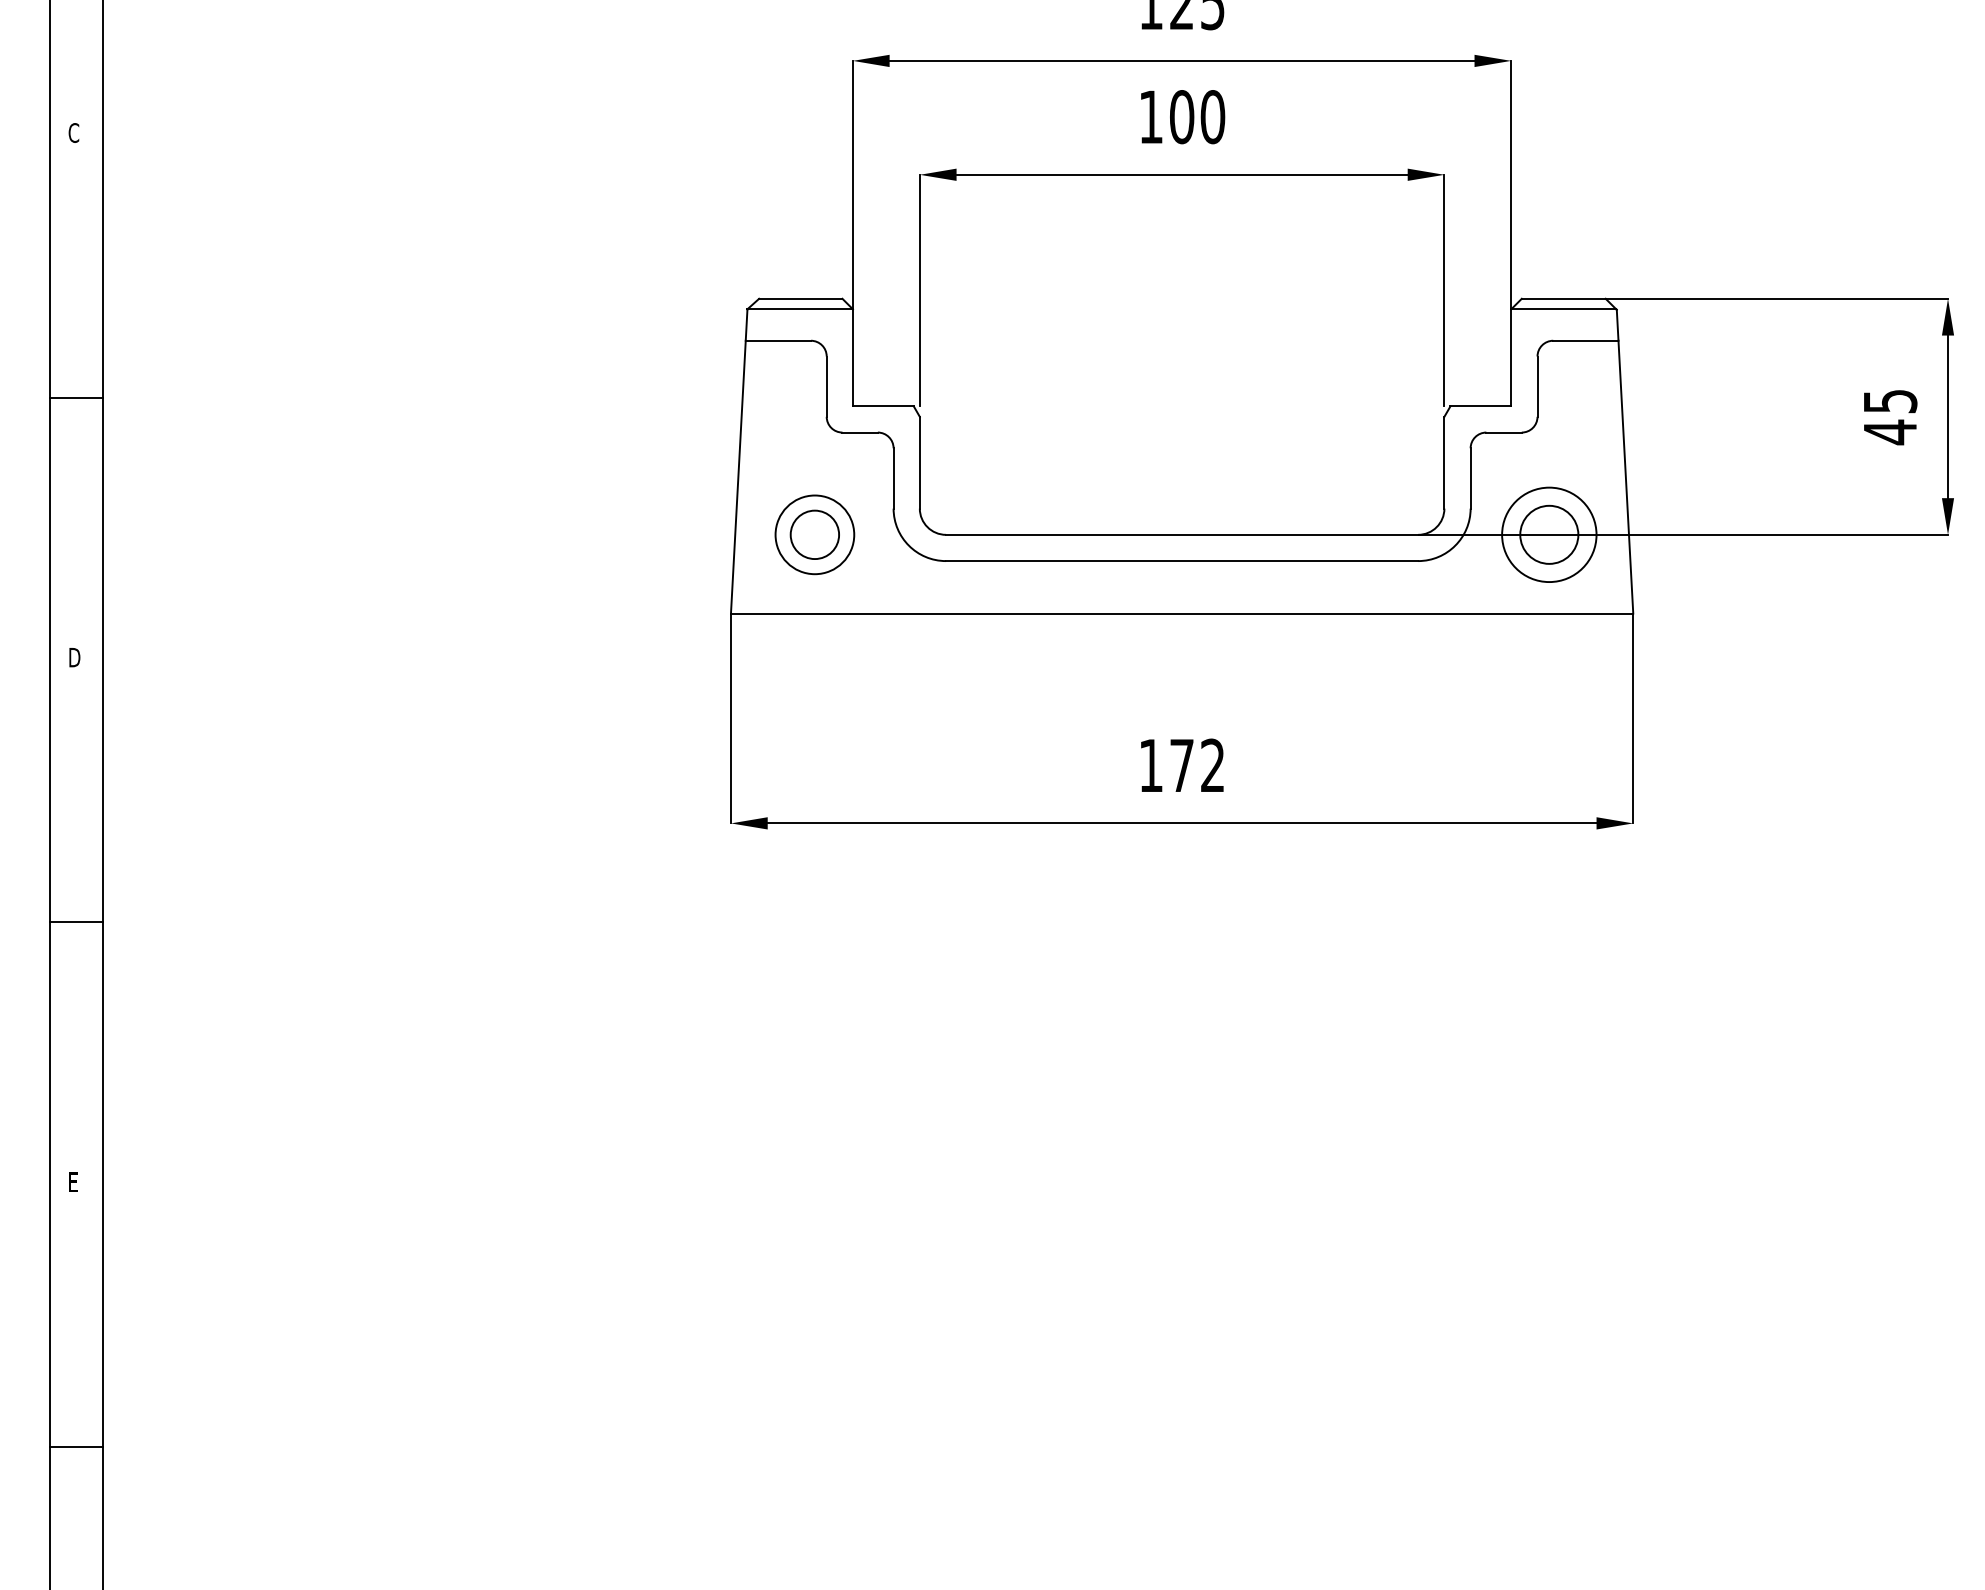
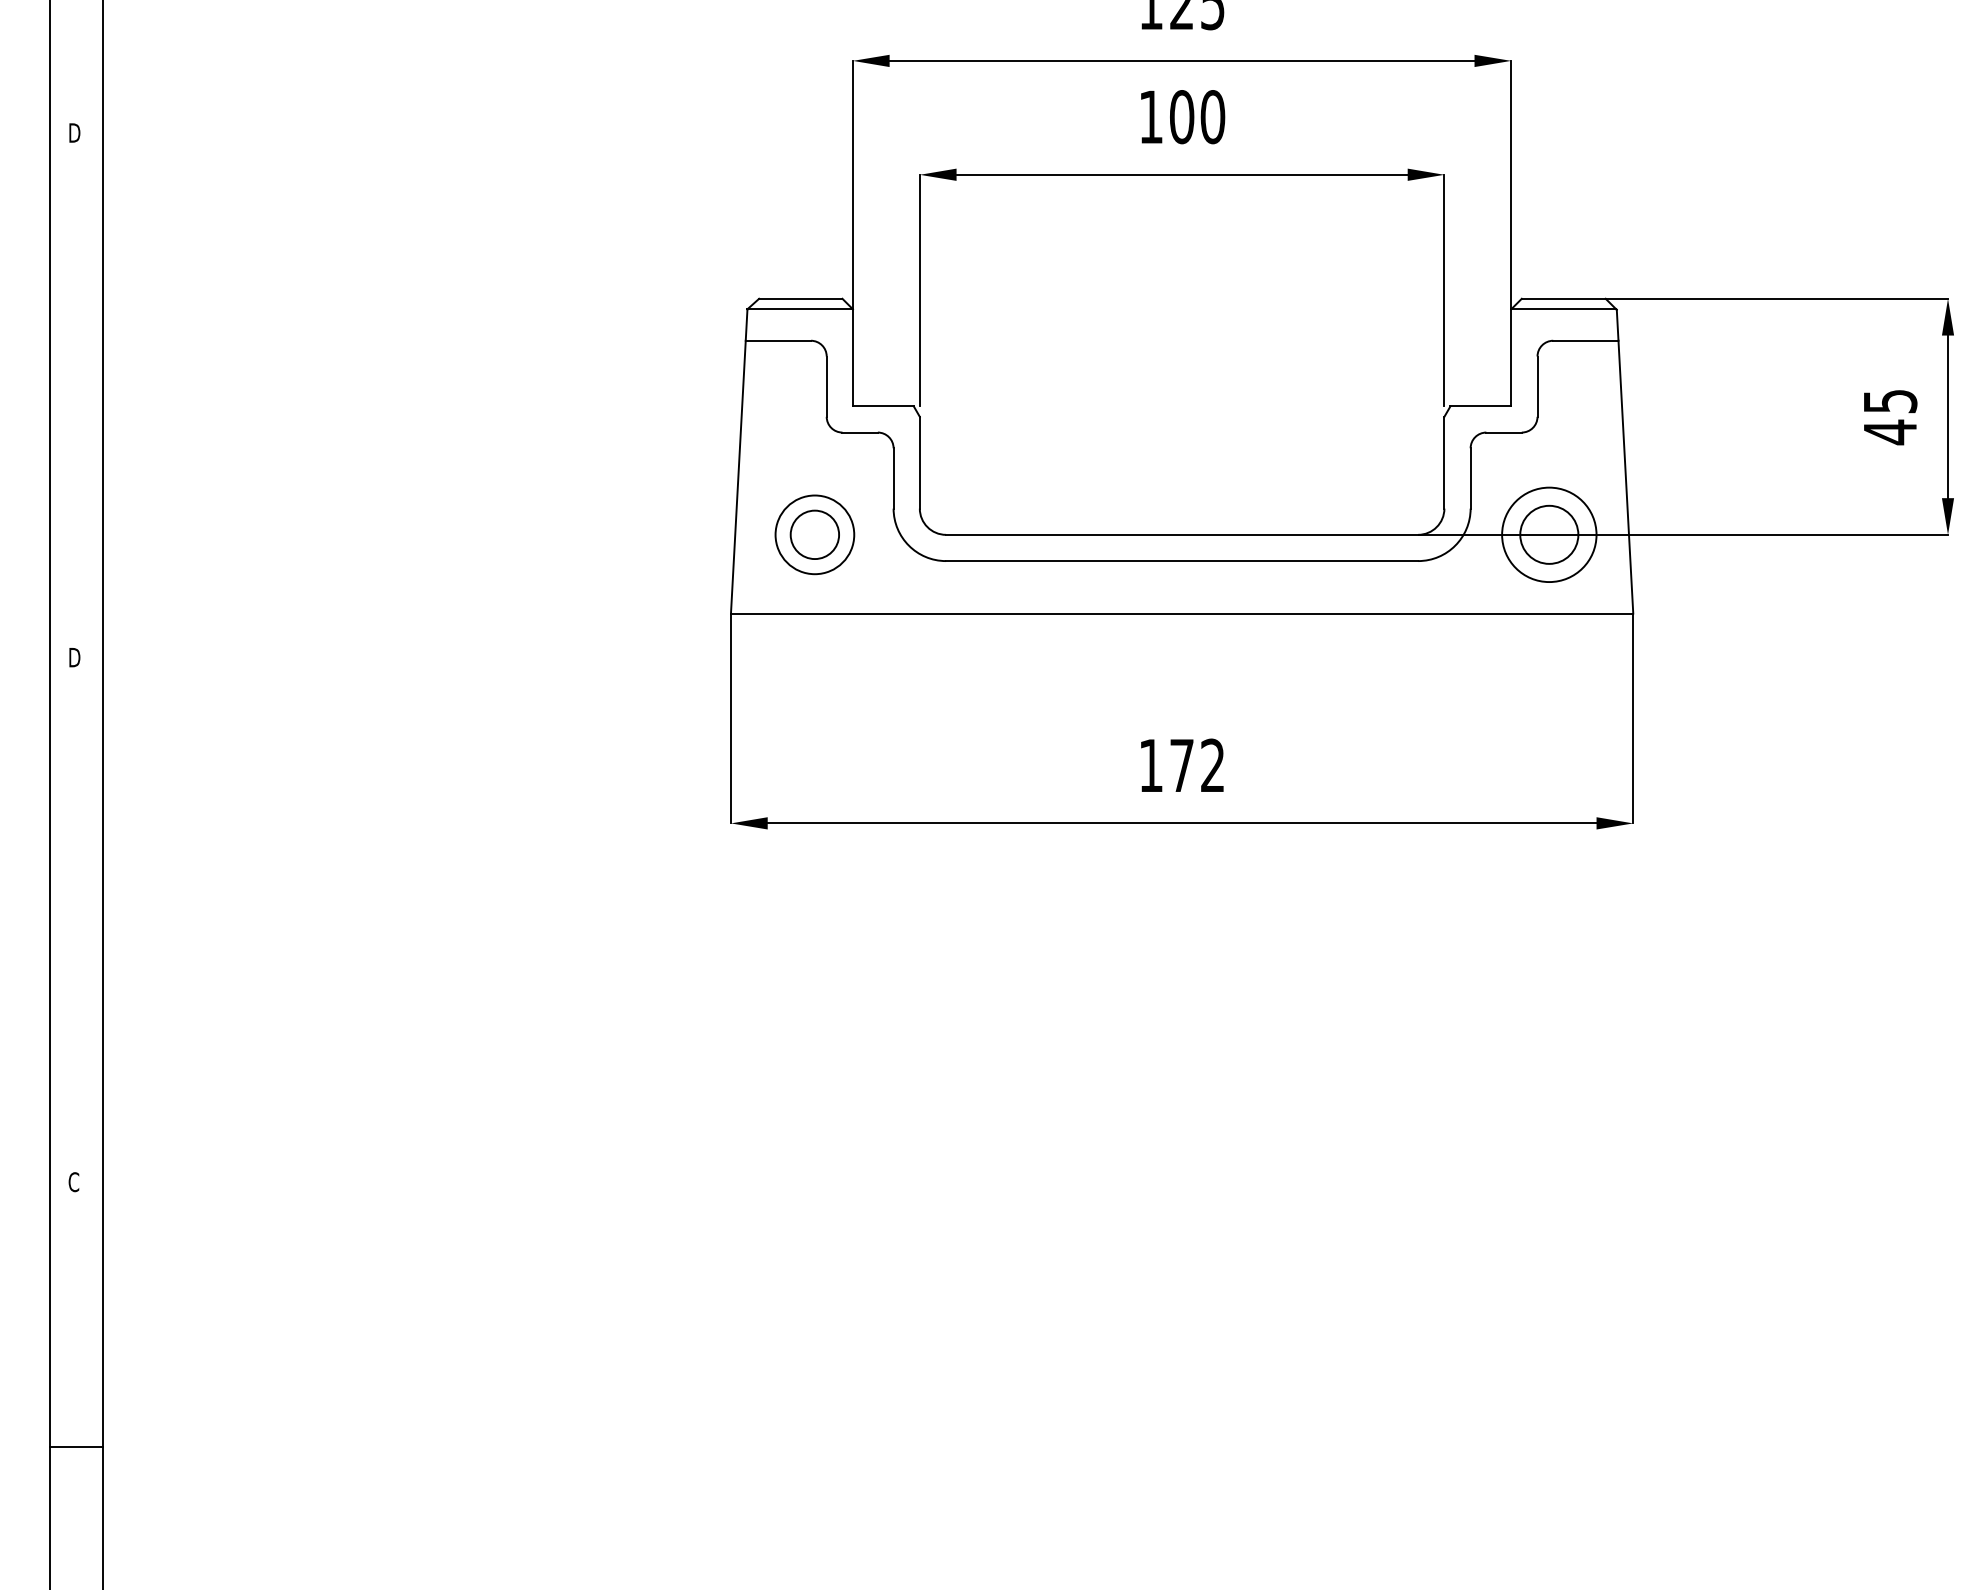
text at (74, 132): C -> D
line at (76, 397): present -> none
line at (76, 922): present -> none
text at (73, 1182): E -> C
